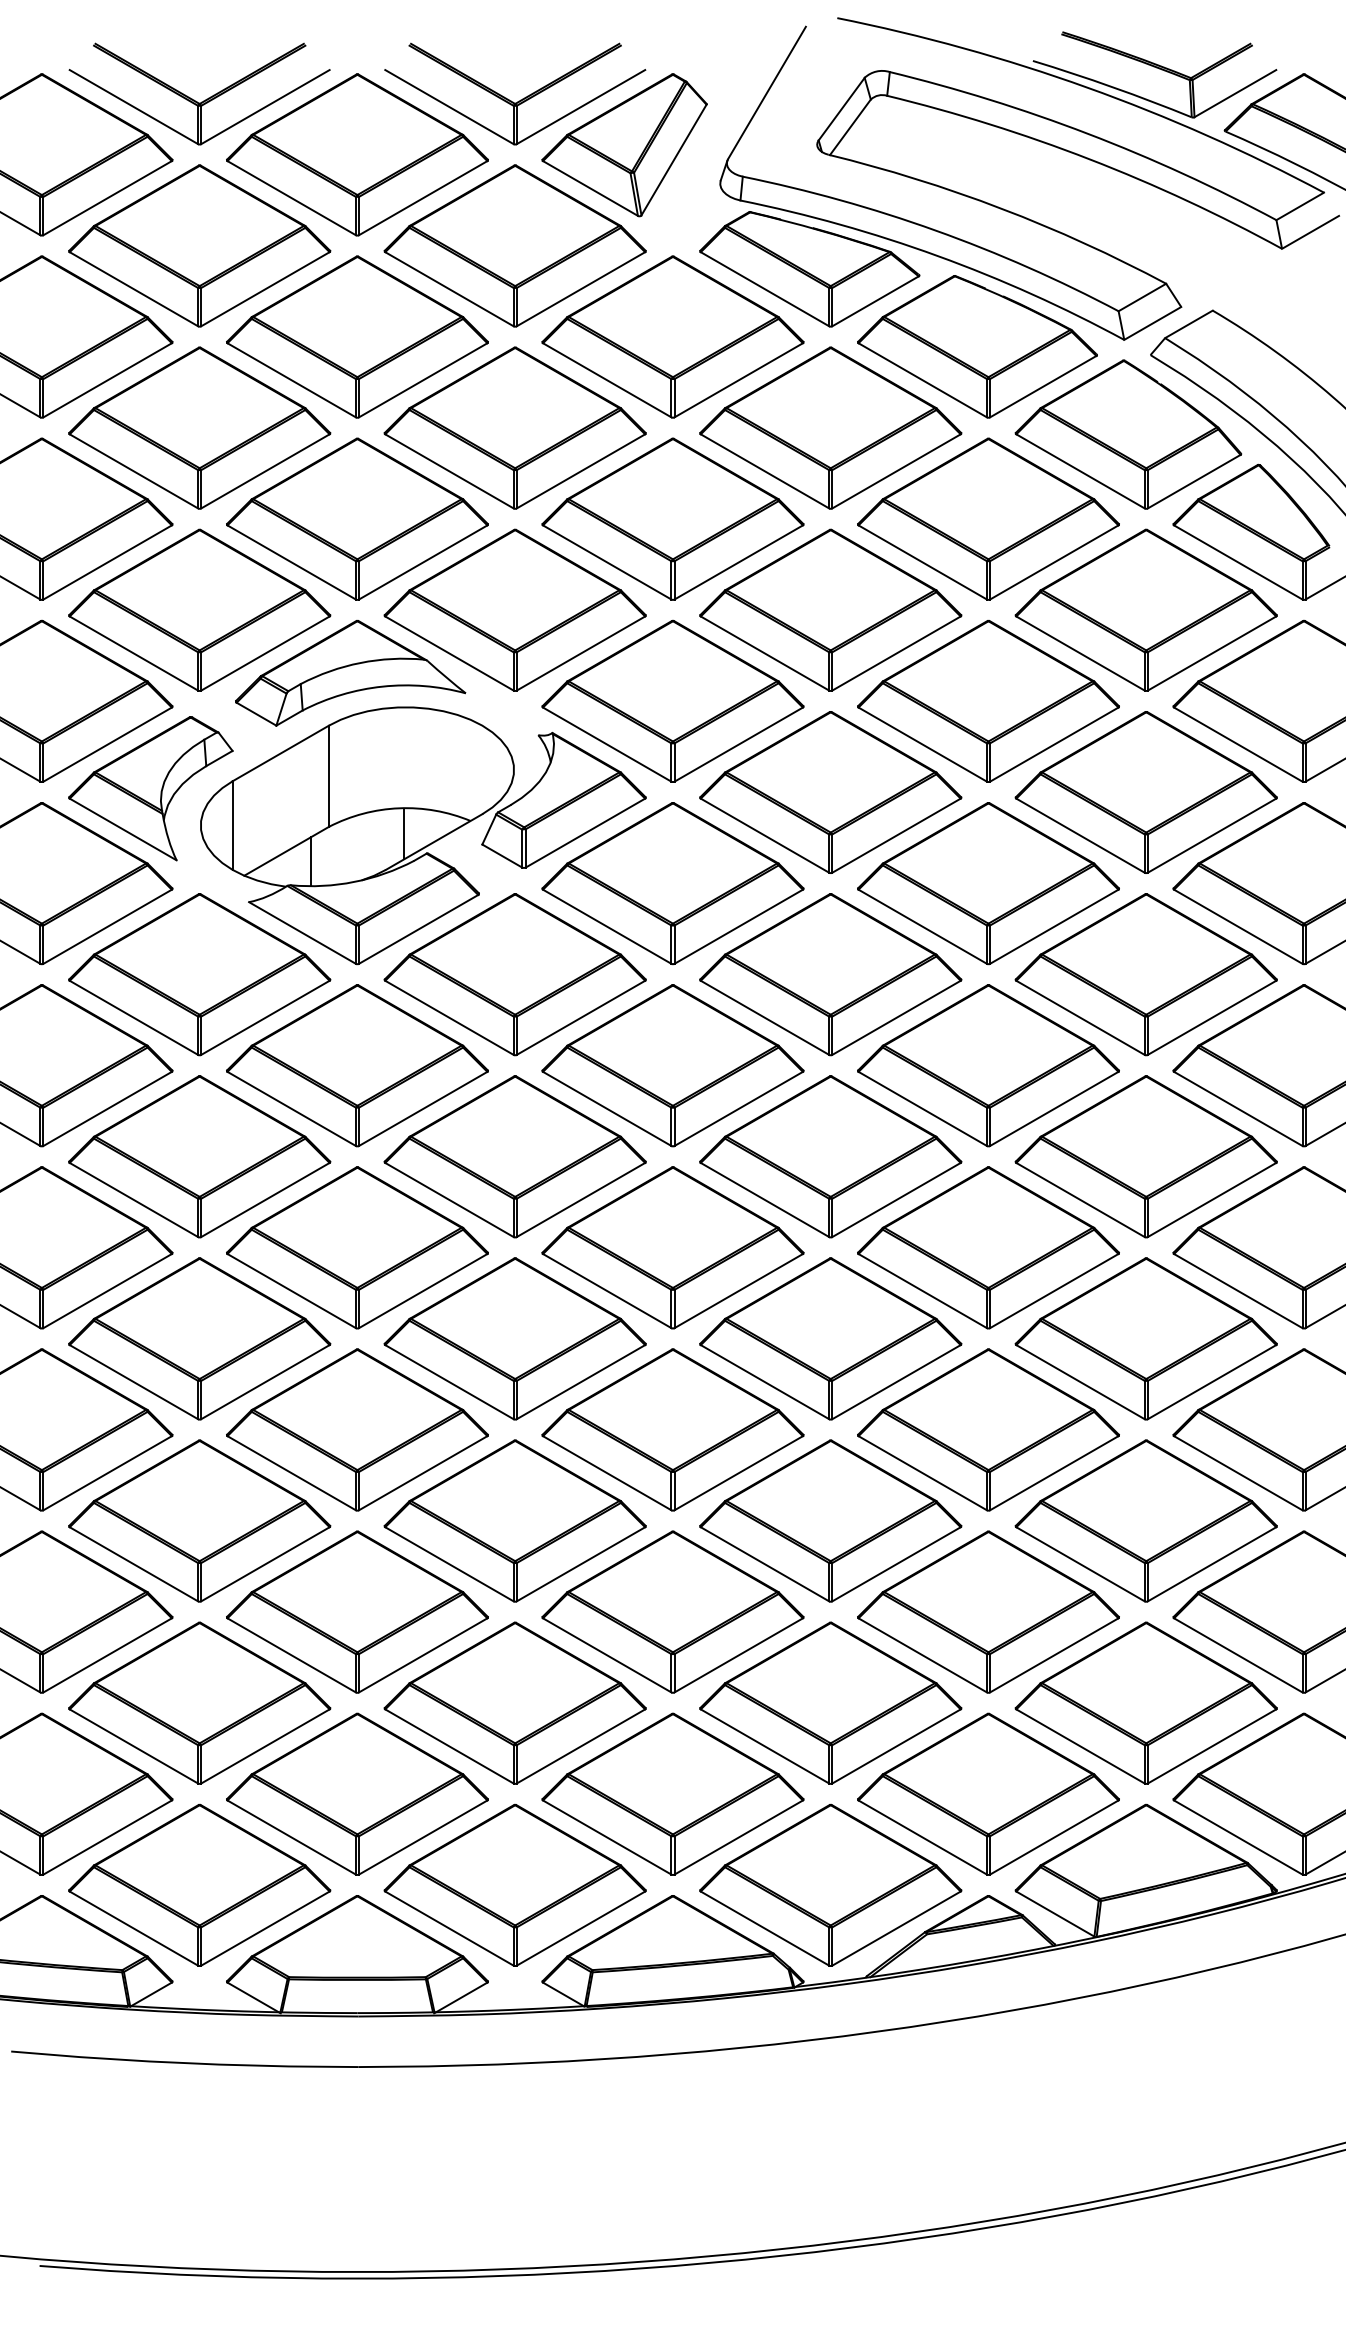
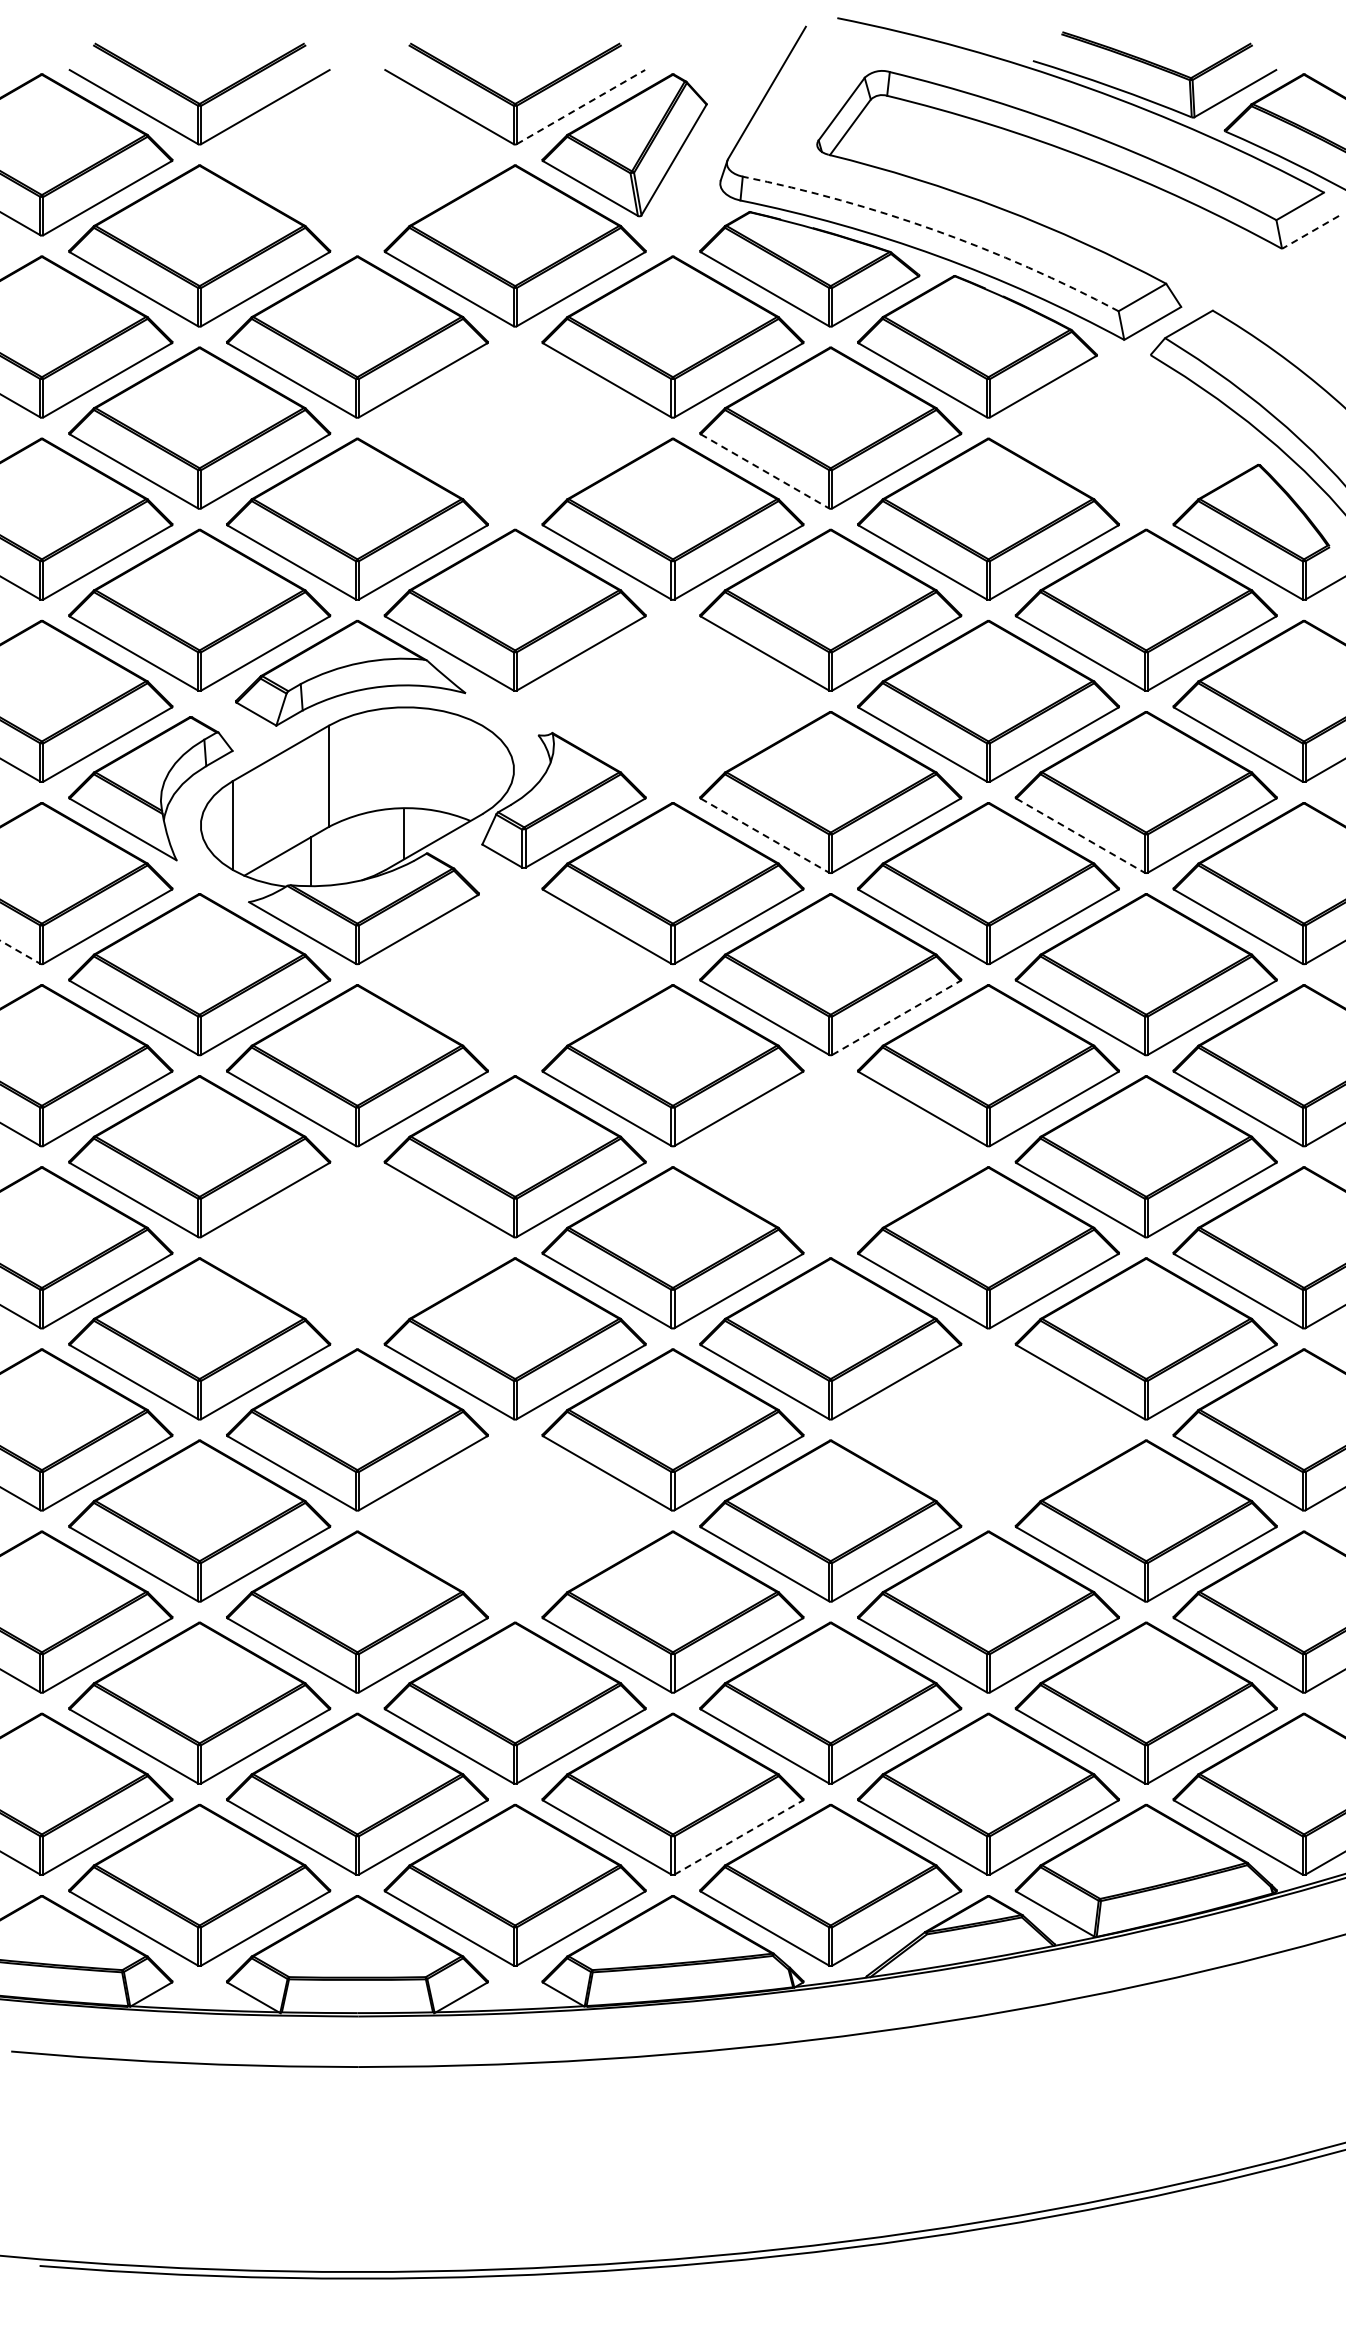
line at (581, 106): solid -> dashed
part at (357, 154): present -> none
arc at (935, 230): solid -> dashed
line at (1310, 232): solid -> dashed
part at (514, 427): present -> none
part at (1128, 434): present -> none
line at (765, 471): solid -> dashed
part at (672, 700): present -> none
line at (765, 835): solid -> dashed
line at (1080, 835): solid -> dashed
line at (20, 952): solid -> dashed
part at (514, 974): present -> none
line at (896, 1017): solid -> dashed
part at (830, 1156): present -> none
part at (357, 1247): present -> none
part at (988, 1429): present -> none
part at (514, 1520): present -> none
line at (739, 1837): solid -> dashed
